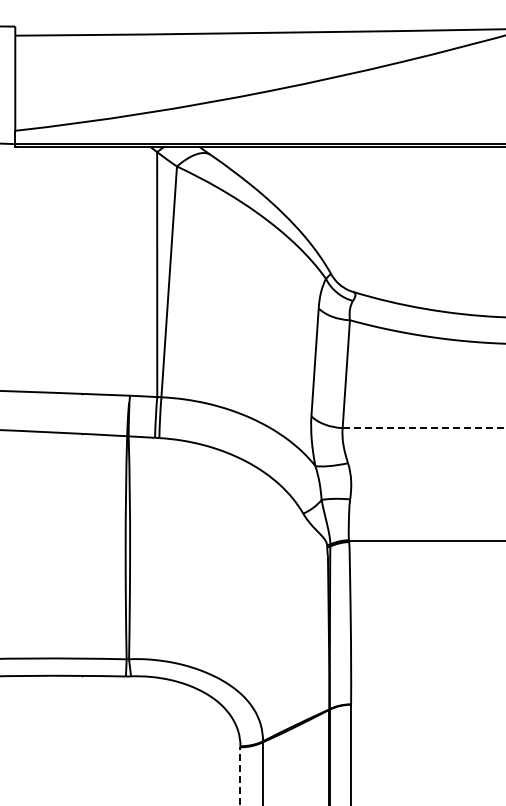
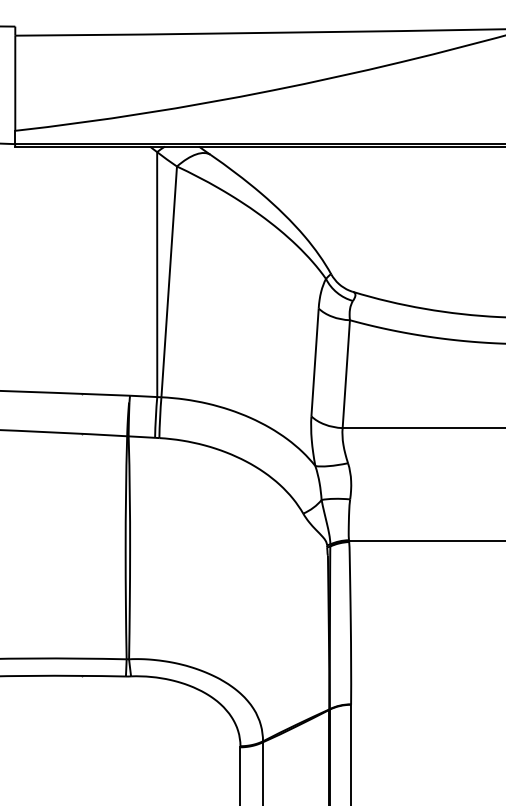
line at (424, 428): dashed -> solid
line at (240, 776): dashed -> solid
